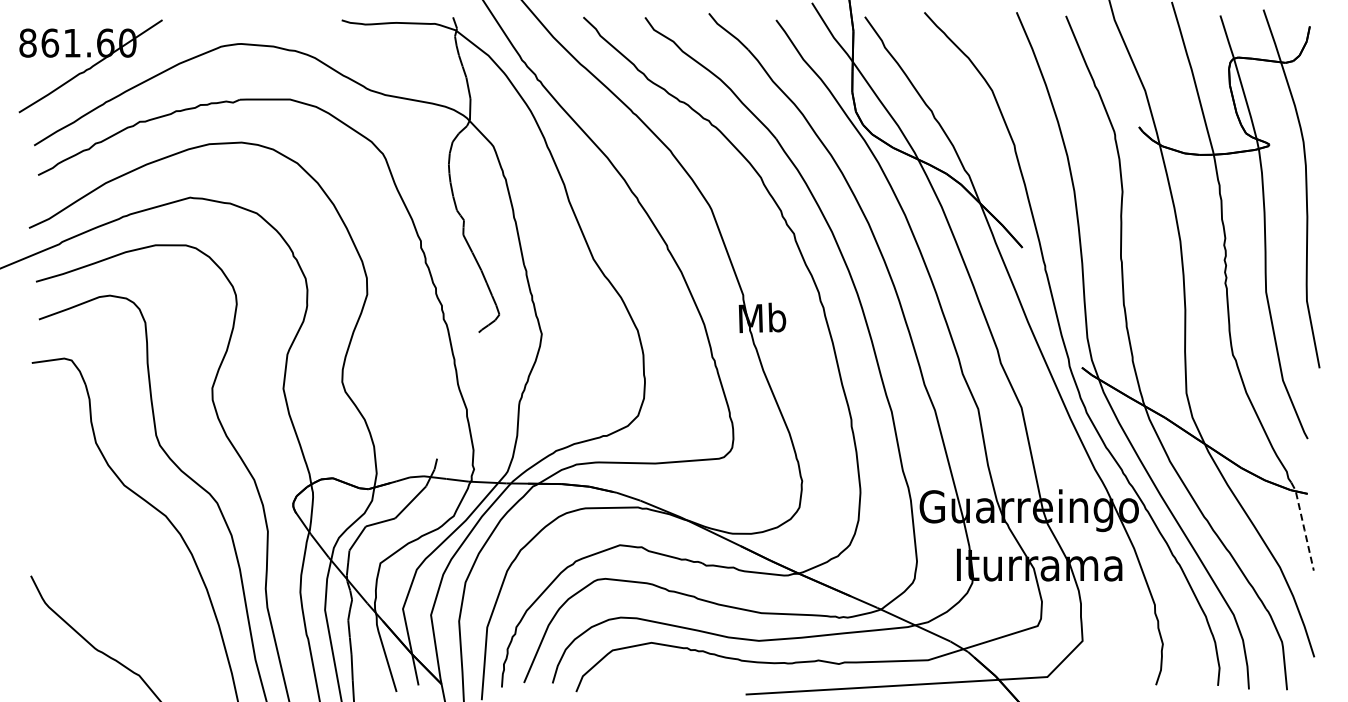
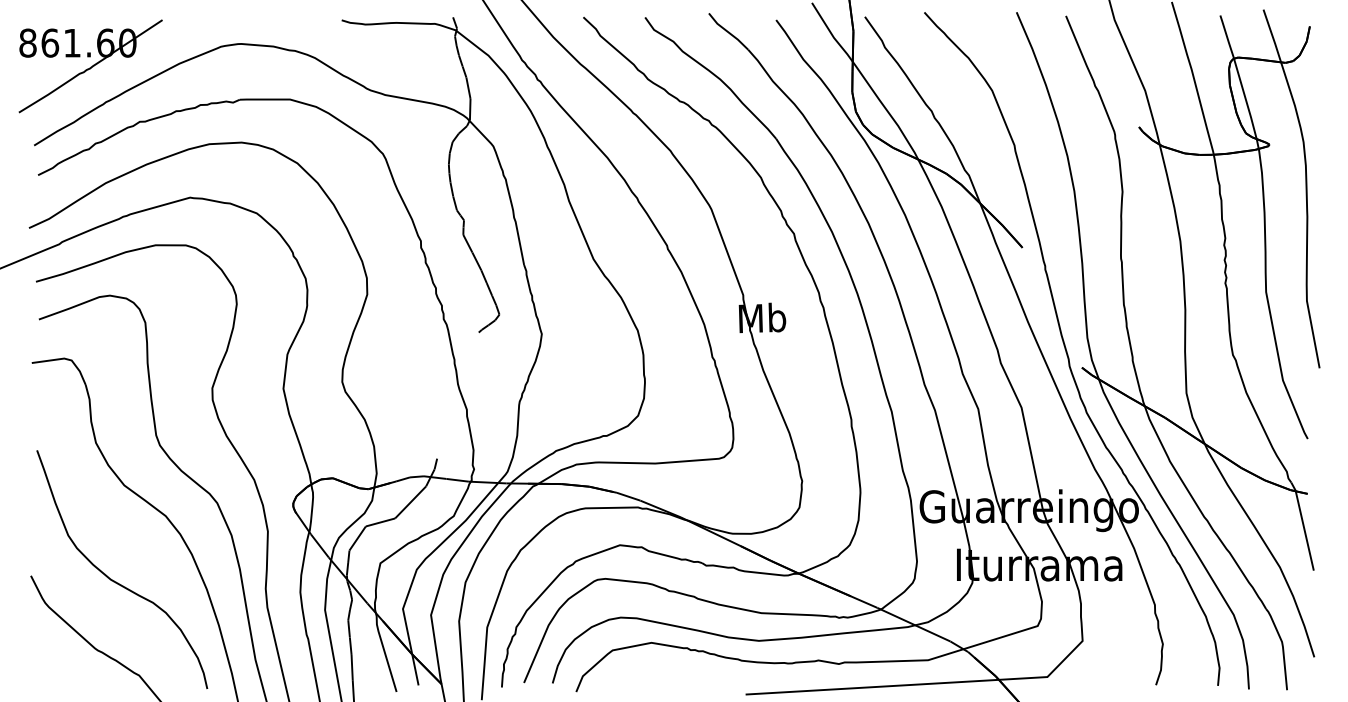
line at (1303, 525): dashed -> solid
curve at (116, 581): none -> present
